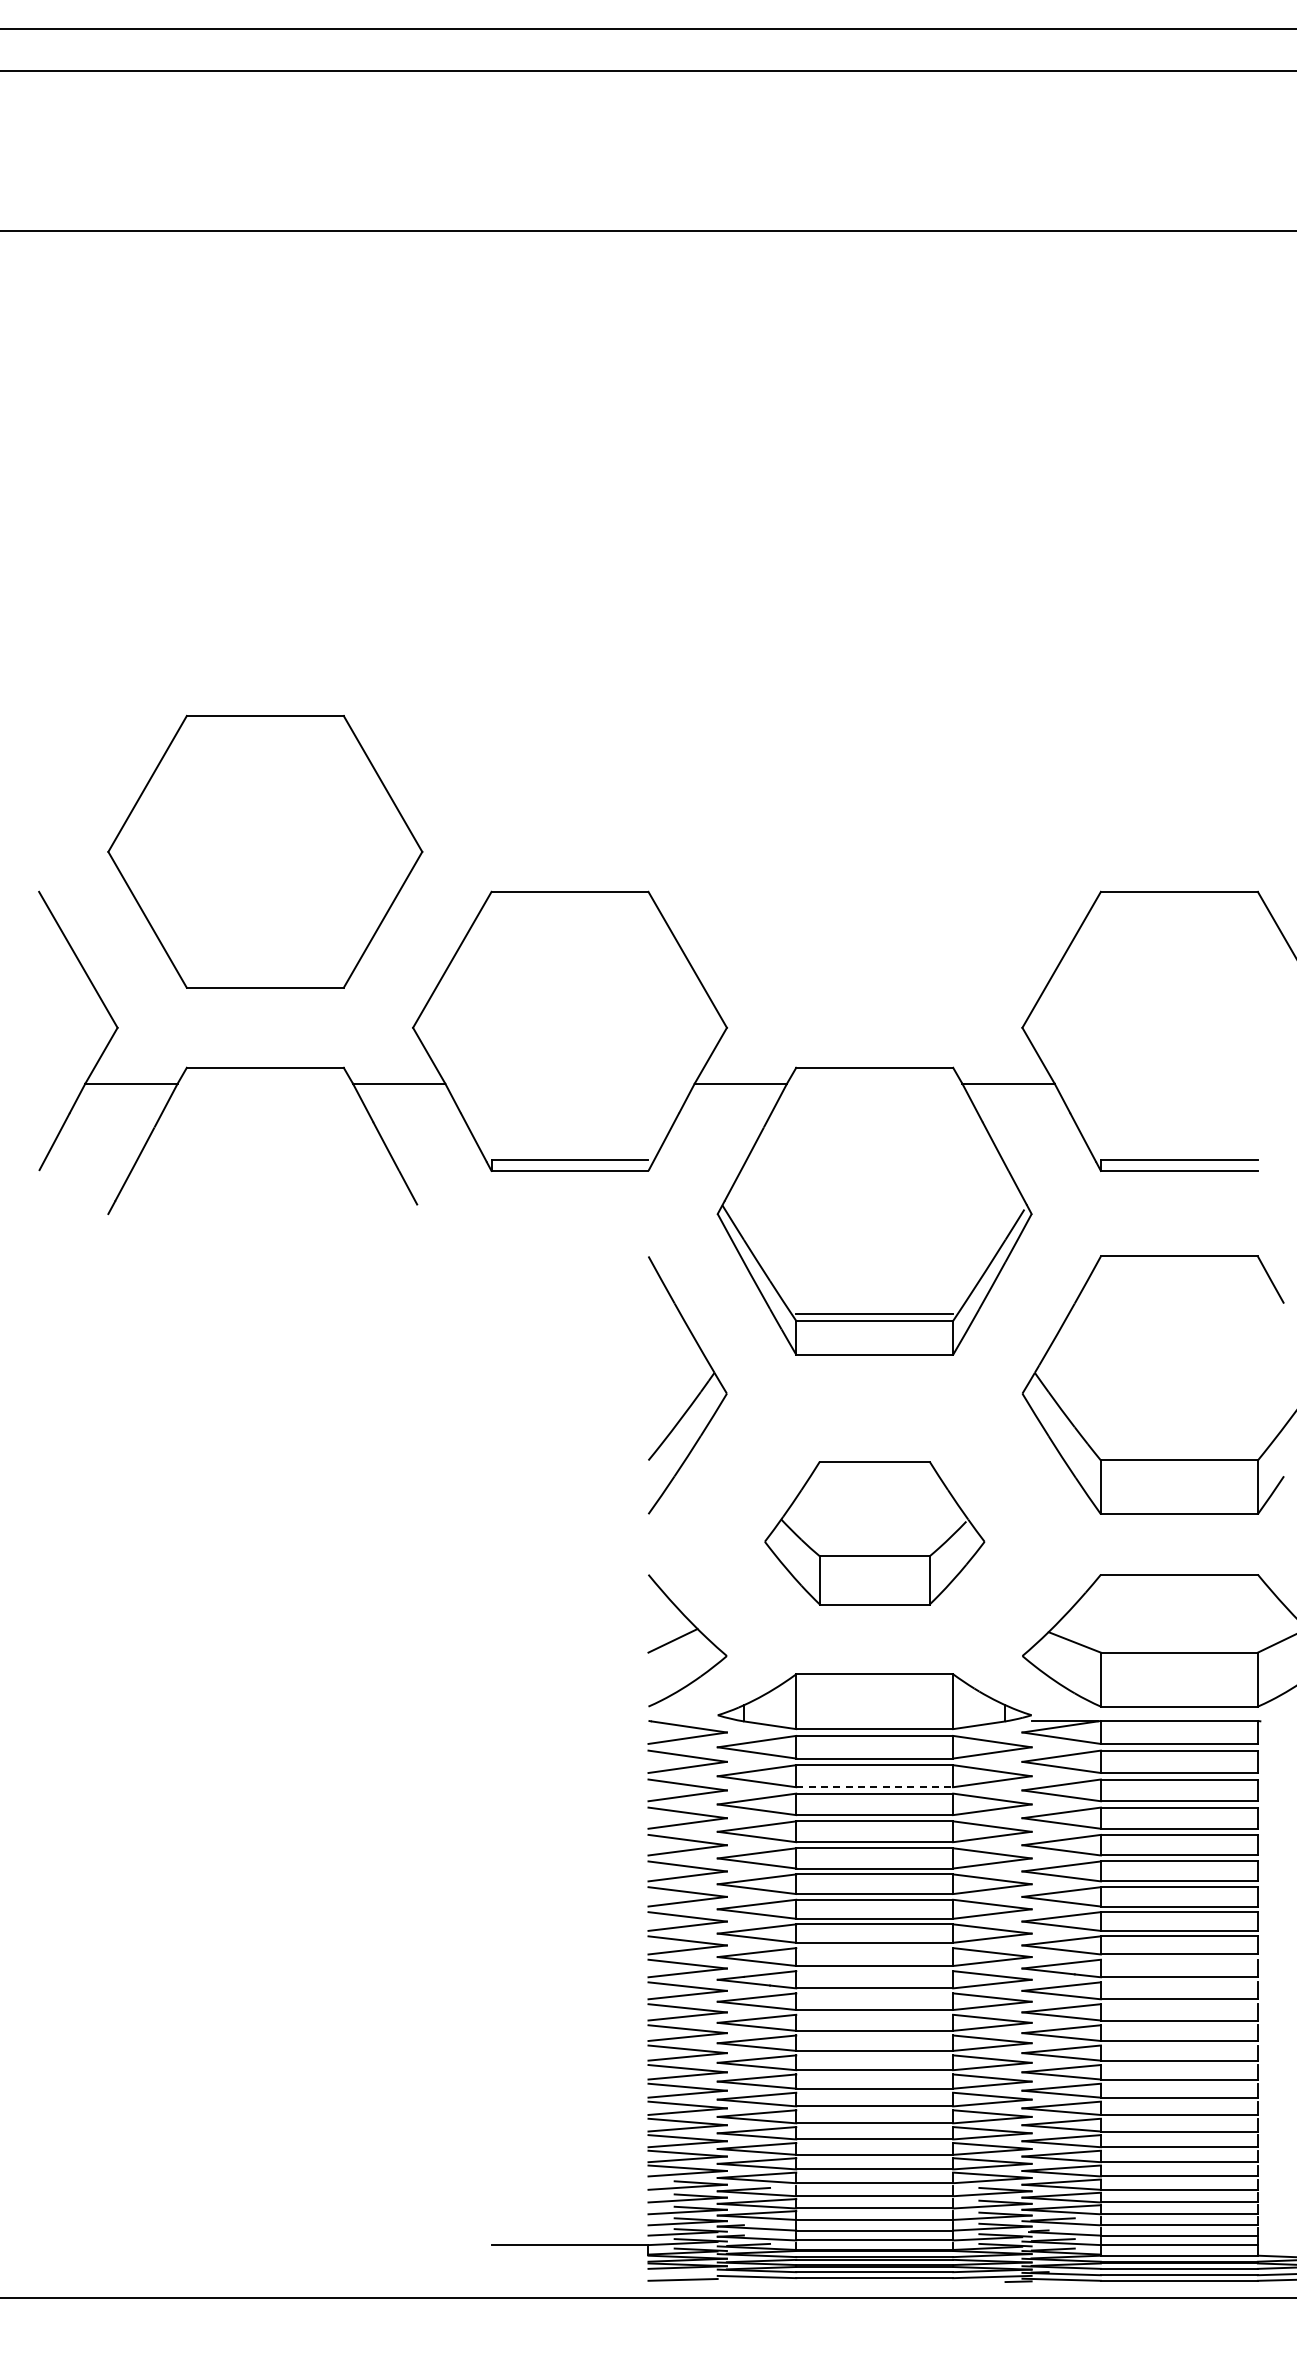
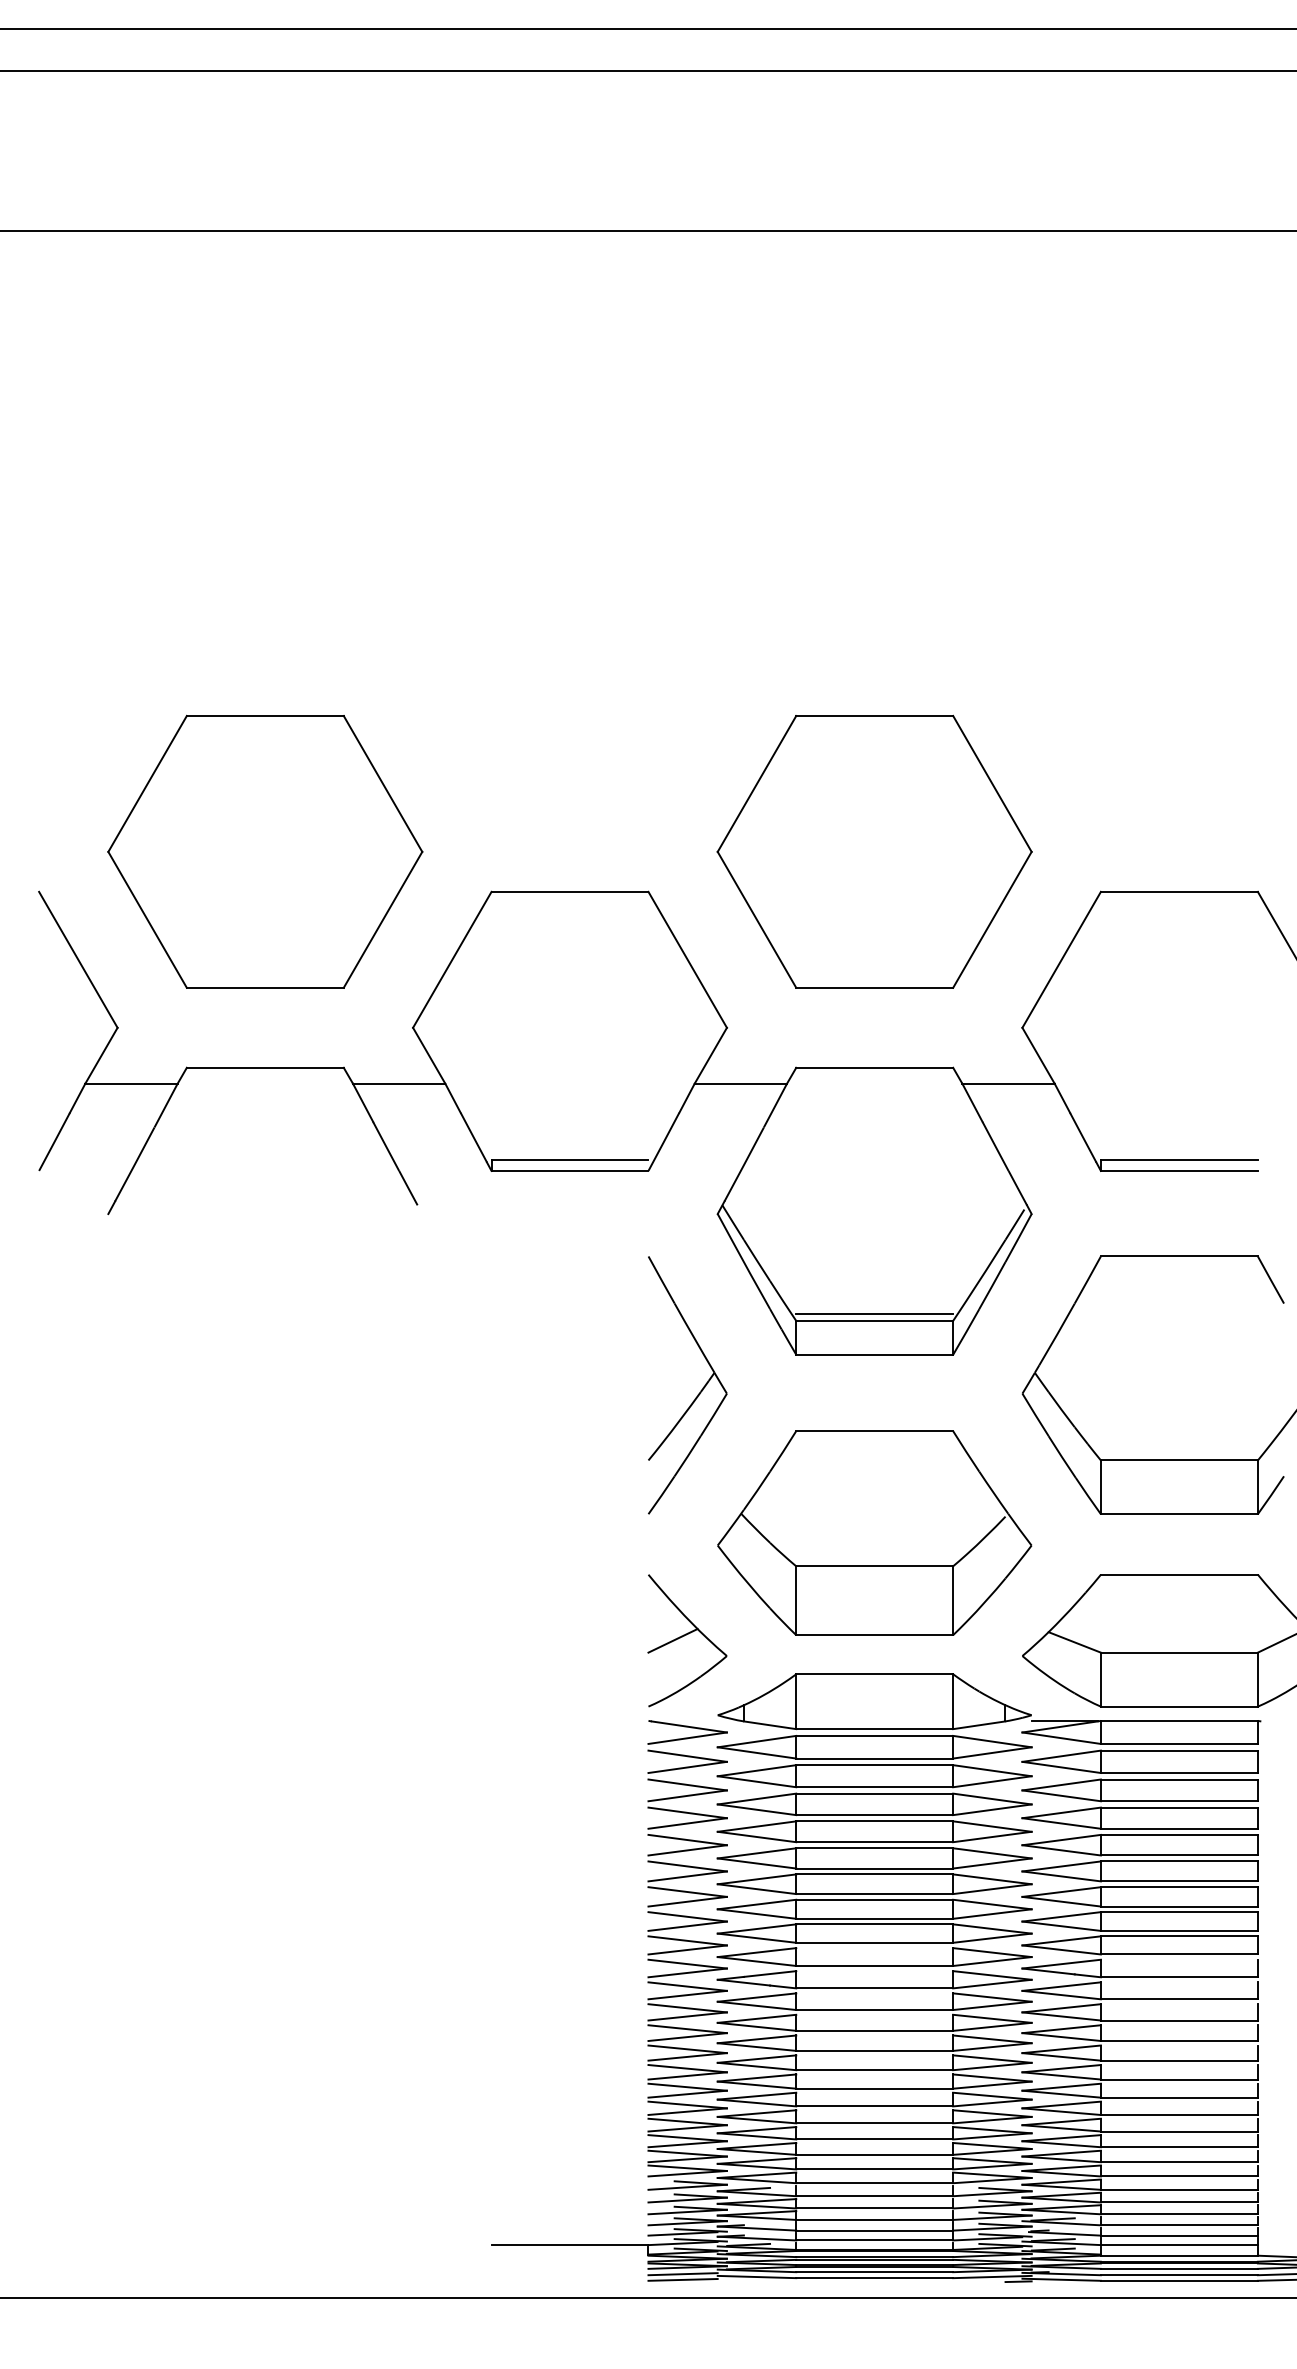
part at (874, 851): none -> present
part at (874, 1533) size: 222x145 px -> 316x206 px
line at (875, 1787): dashed -> solid
line at (682, 2274): none -> present
